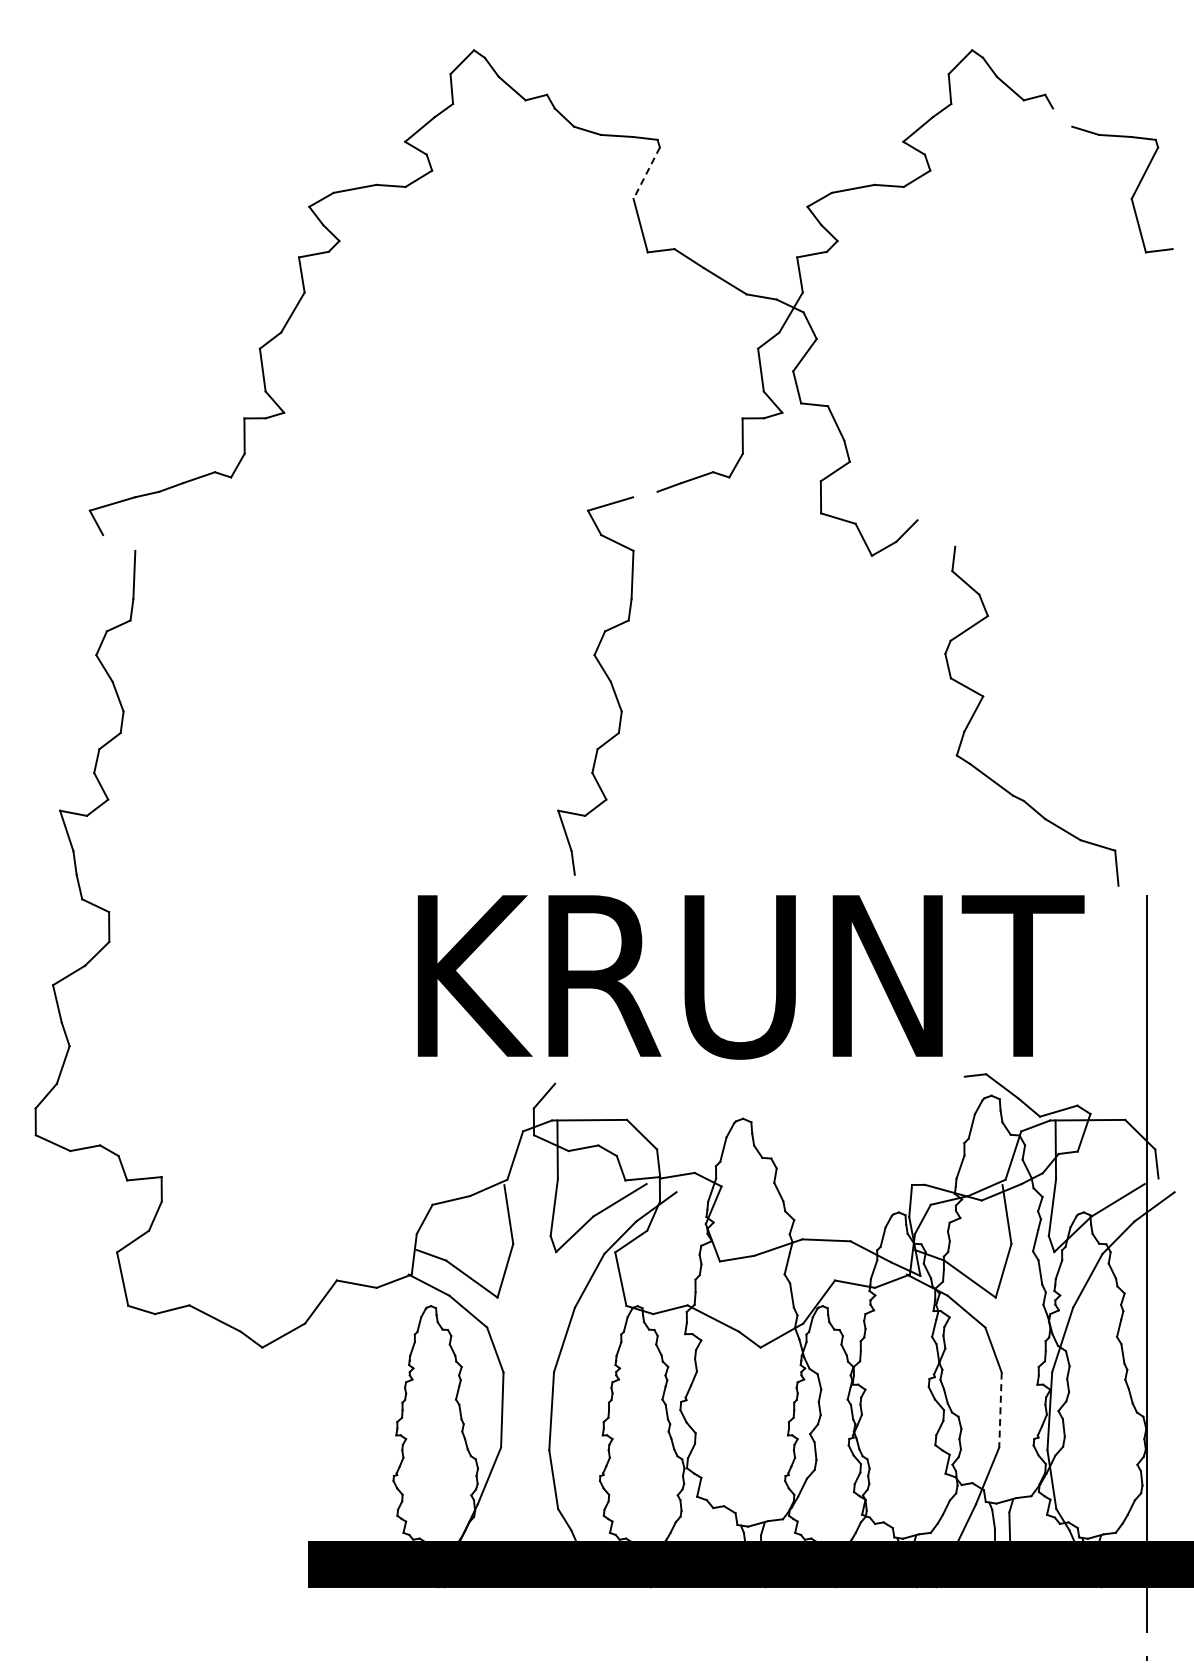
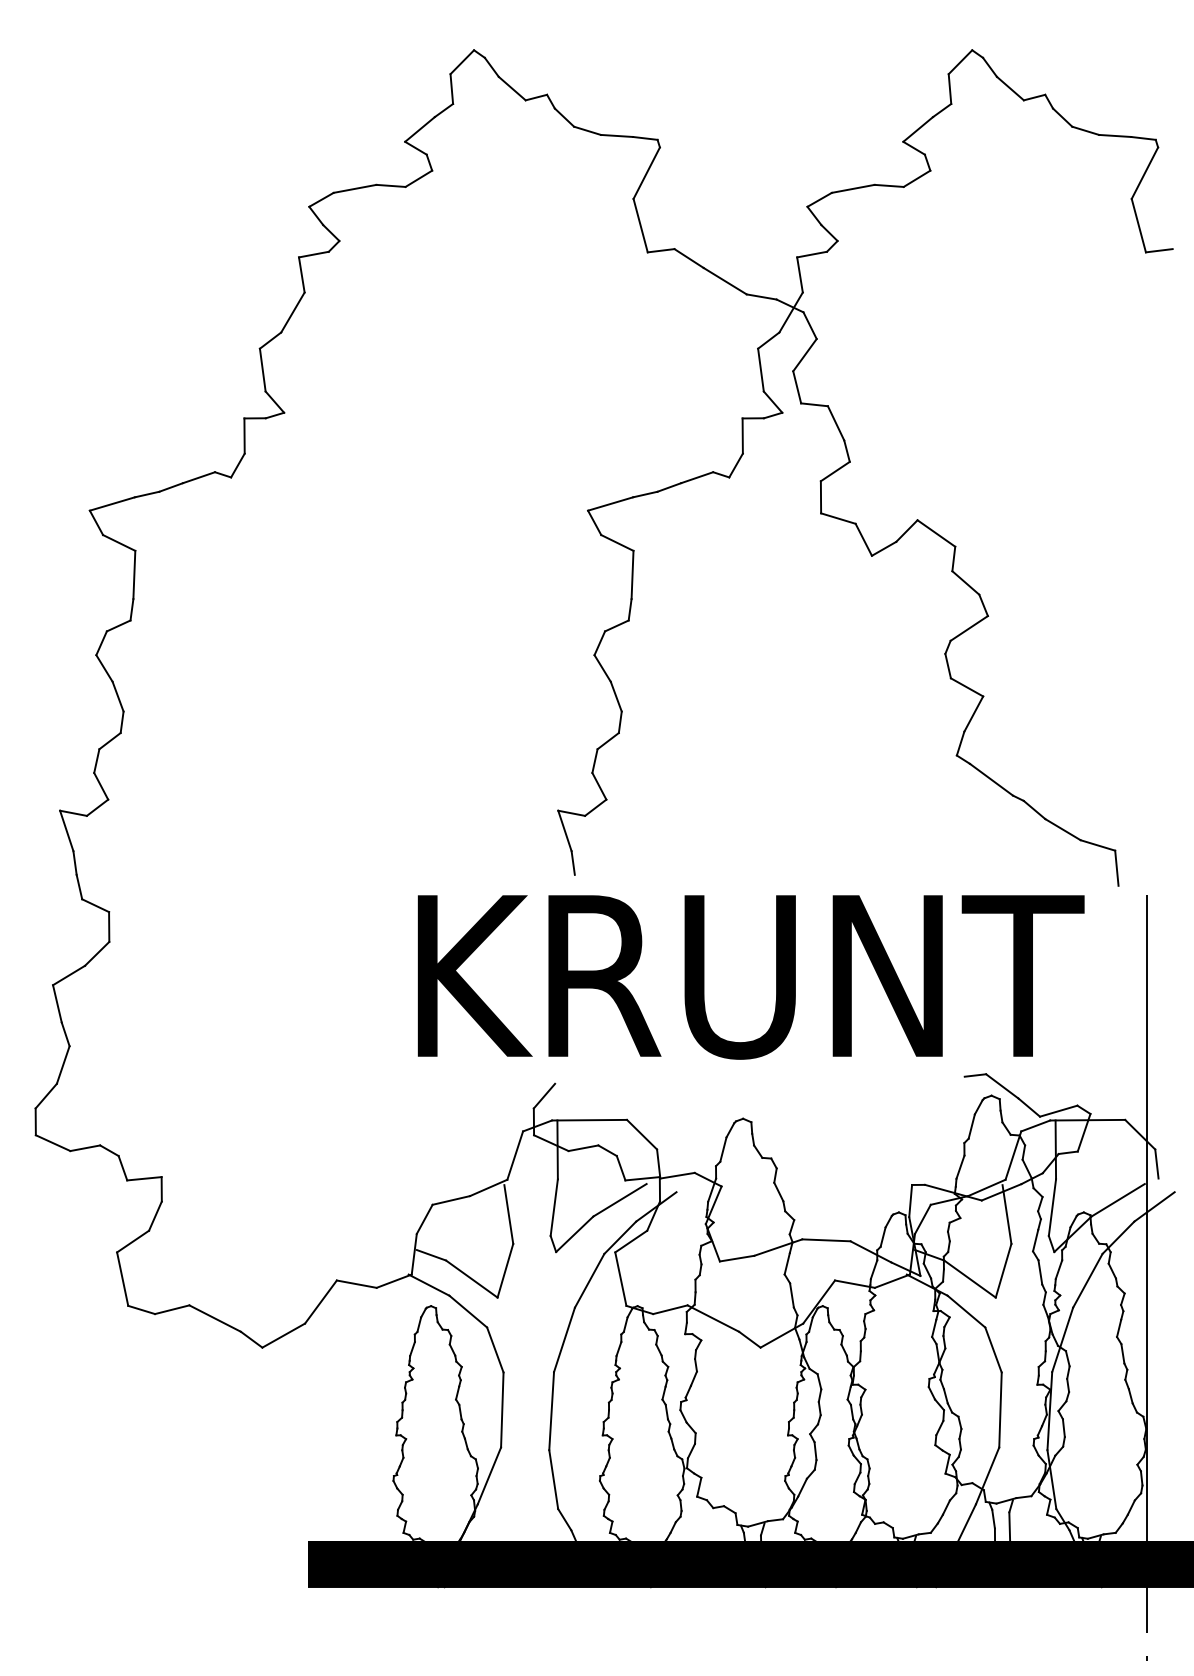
line at (1062, 117): none -> present
line at (646, 173): dashed -> solid
line at (645, 494): none -> present
line at (936, 533): none -> present
line at (119, 542): none -> present
line at (1000, 1410): dashed -> solid
